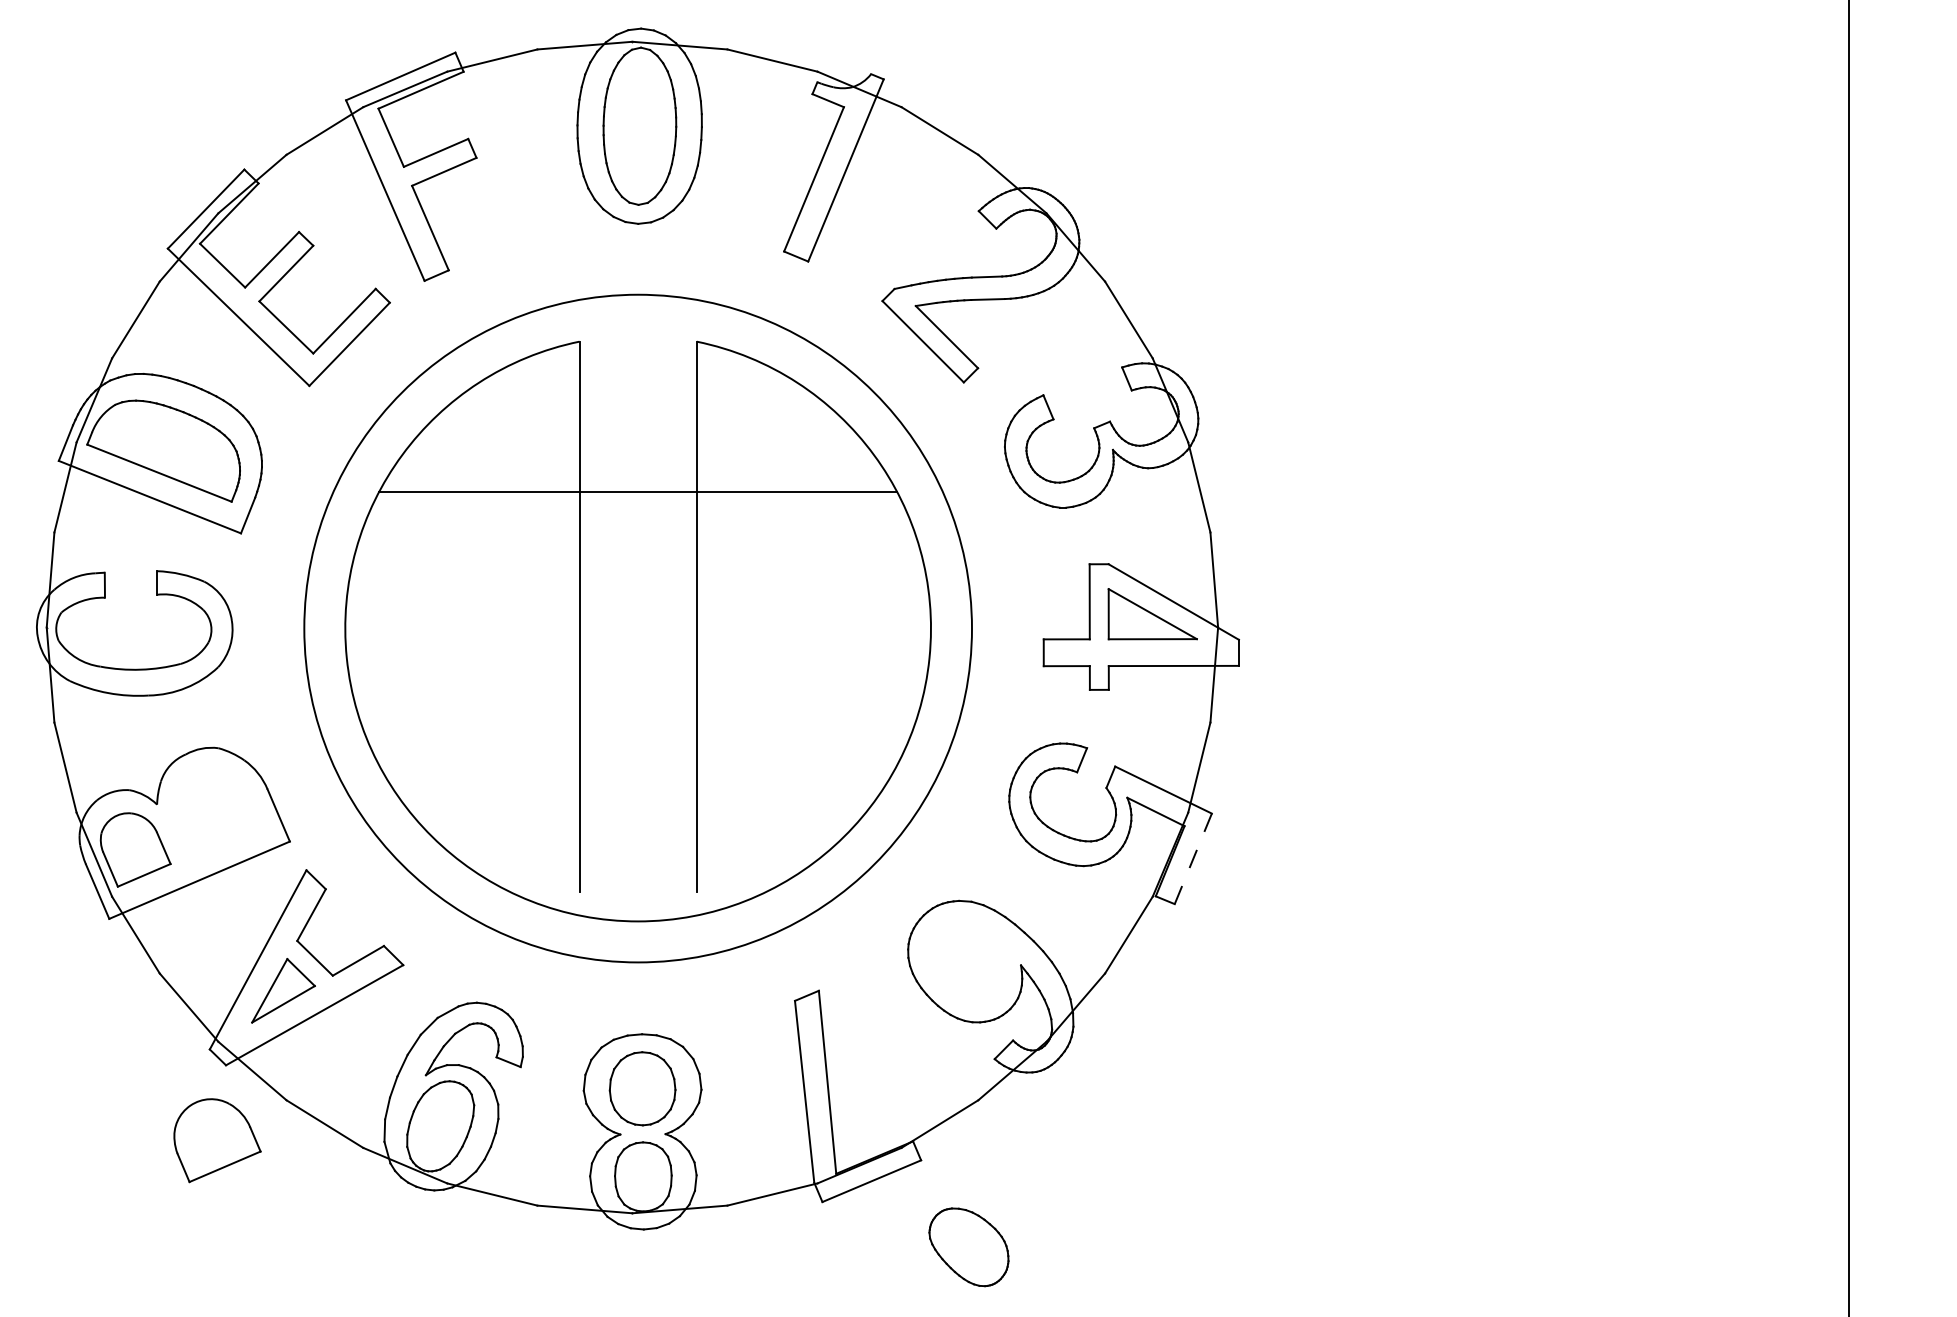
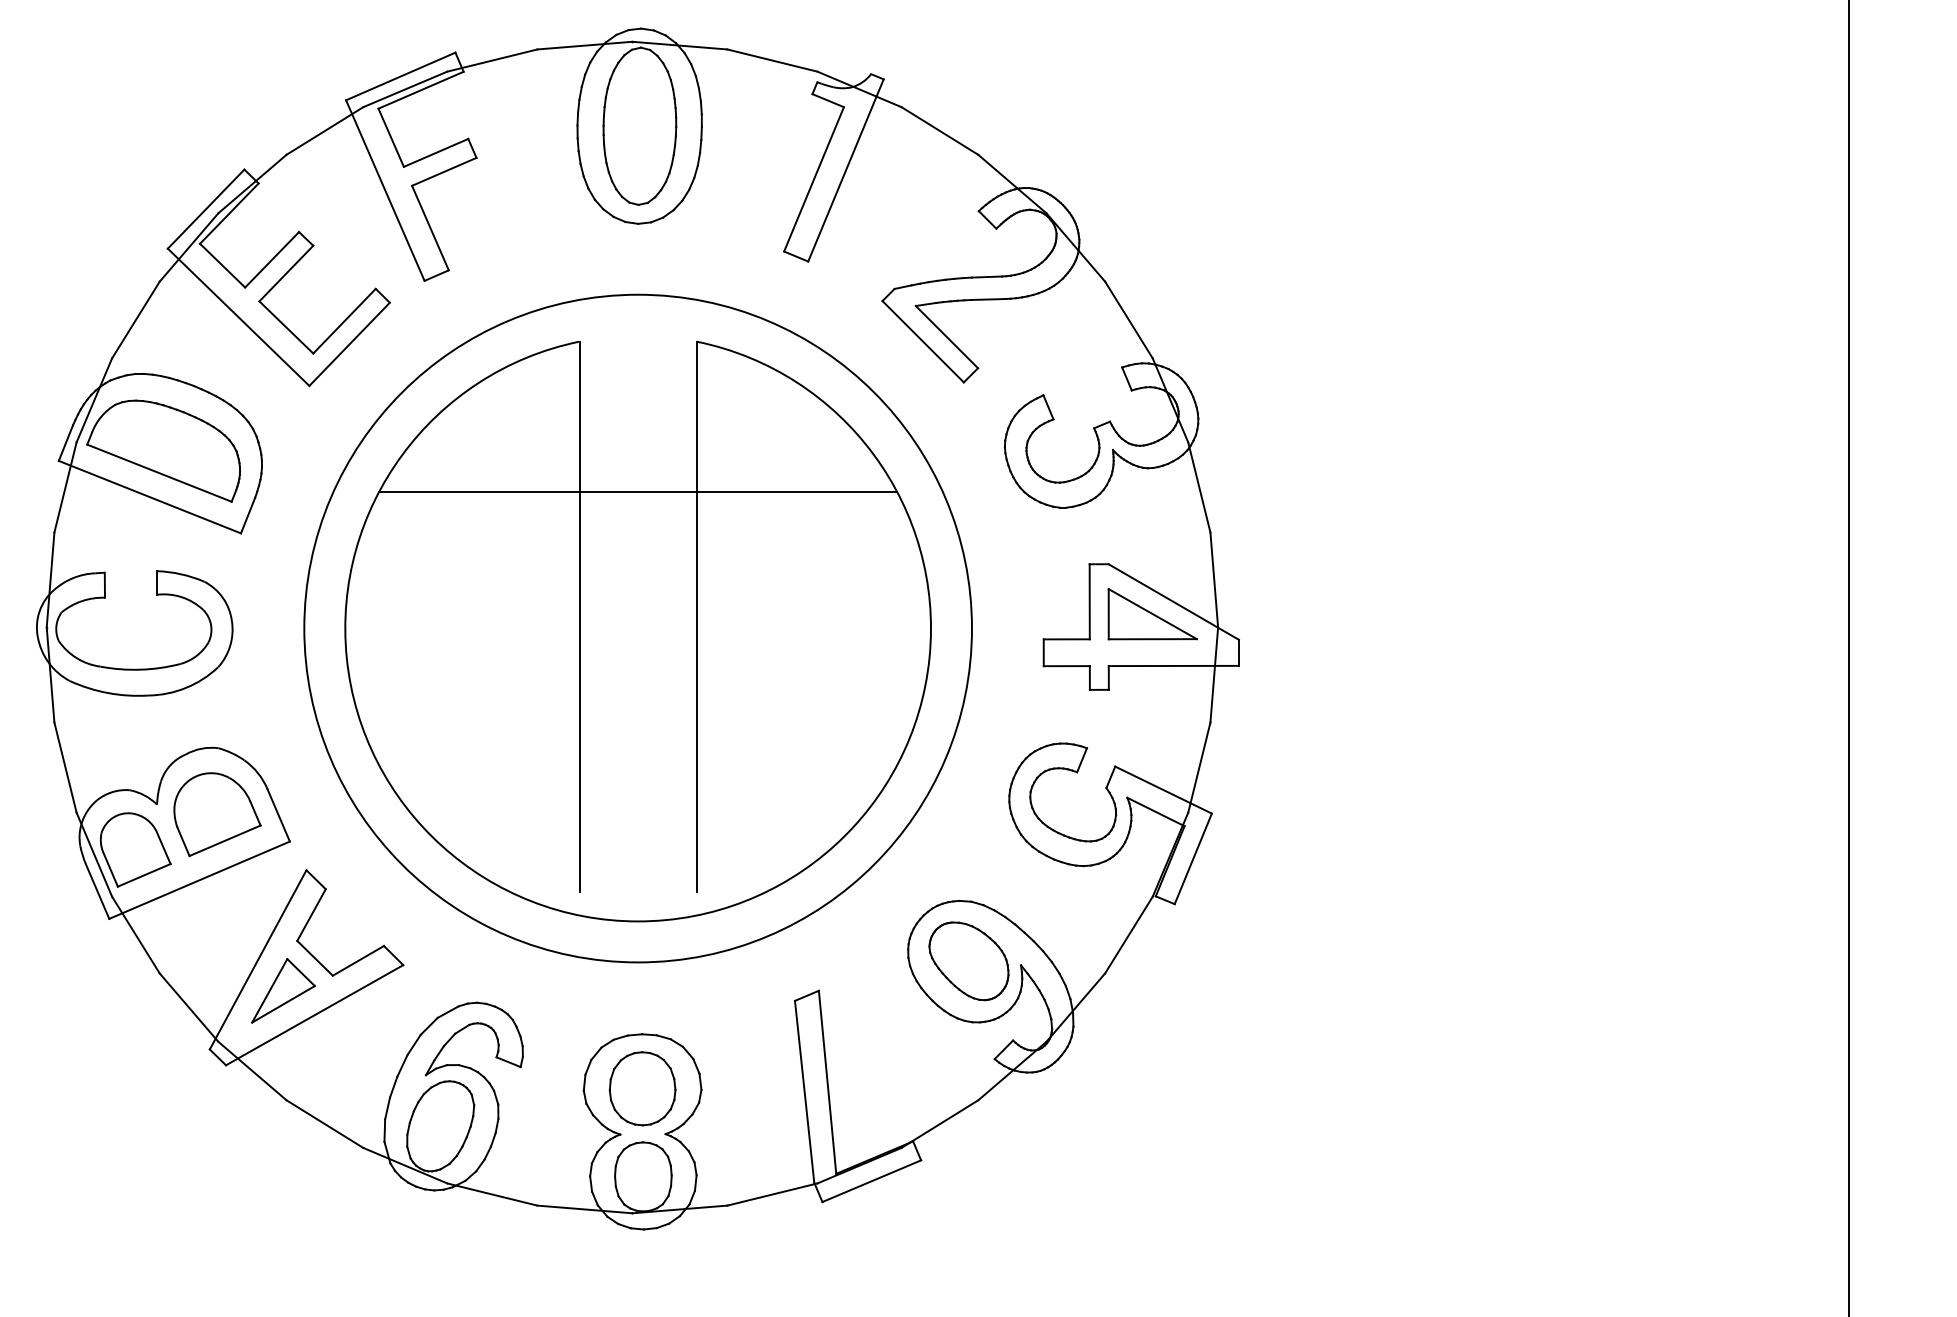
line at (1193, 858): dashed -> solid
part at (217, 1140) position: (217, 1140) -> (217, 814)
part at (968, 1247) position: (968, 1247) -> (968, 961)
